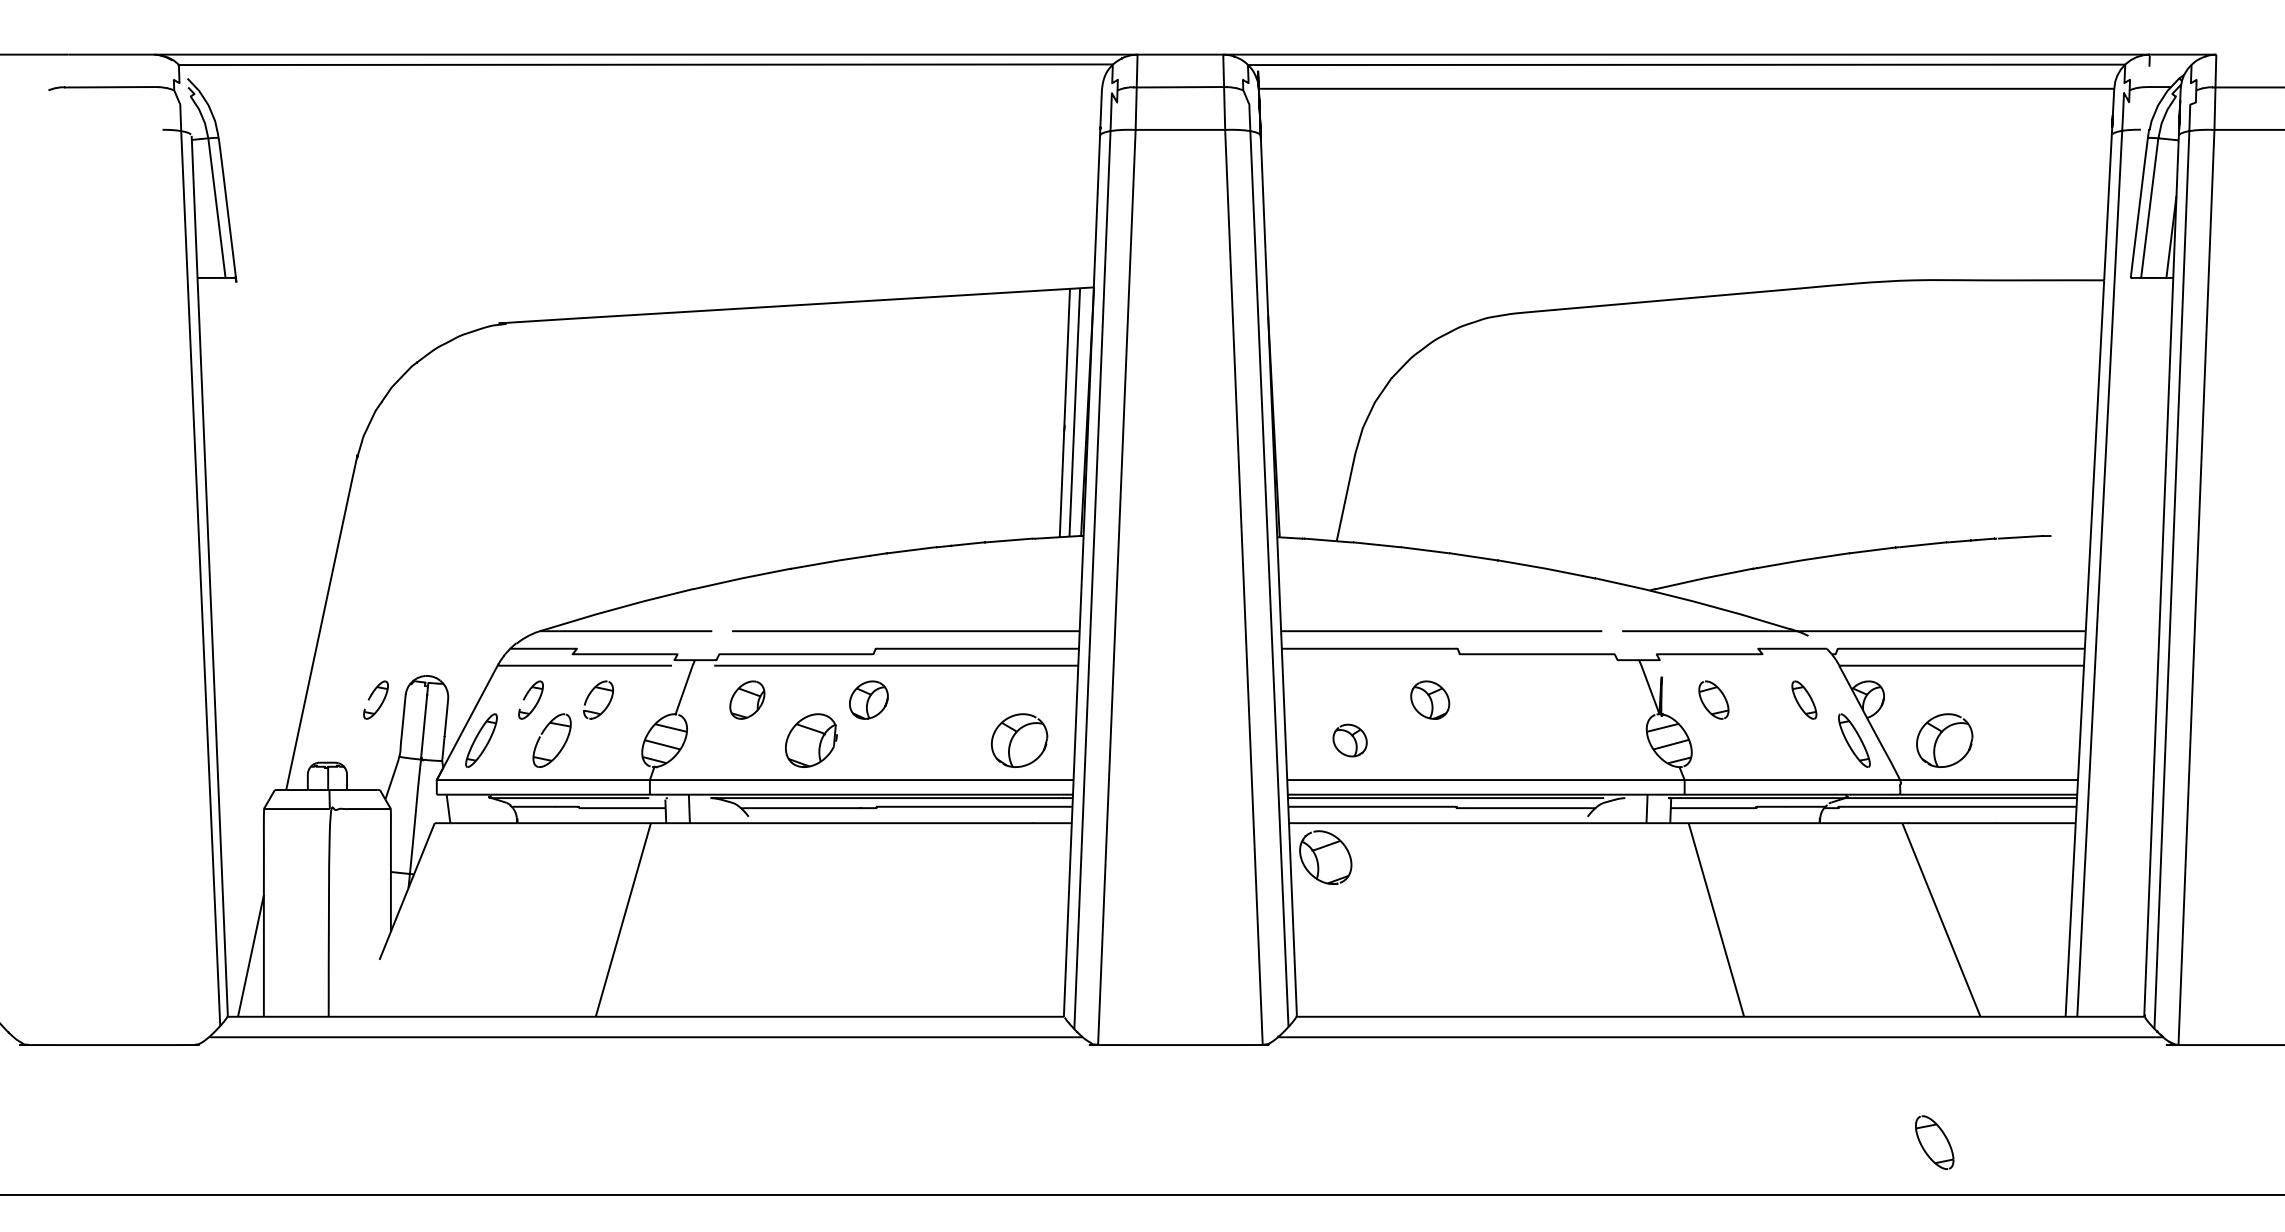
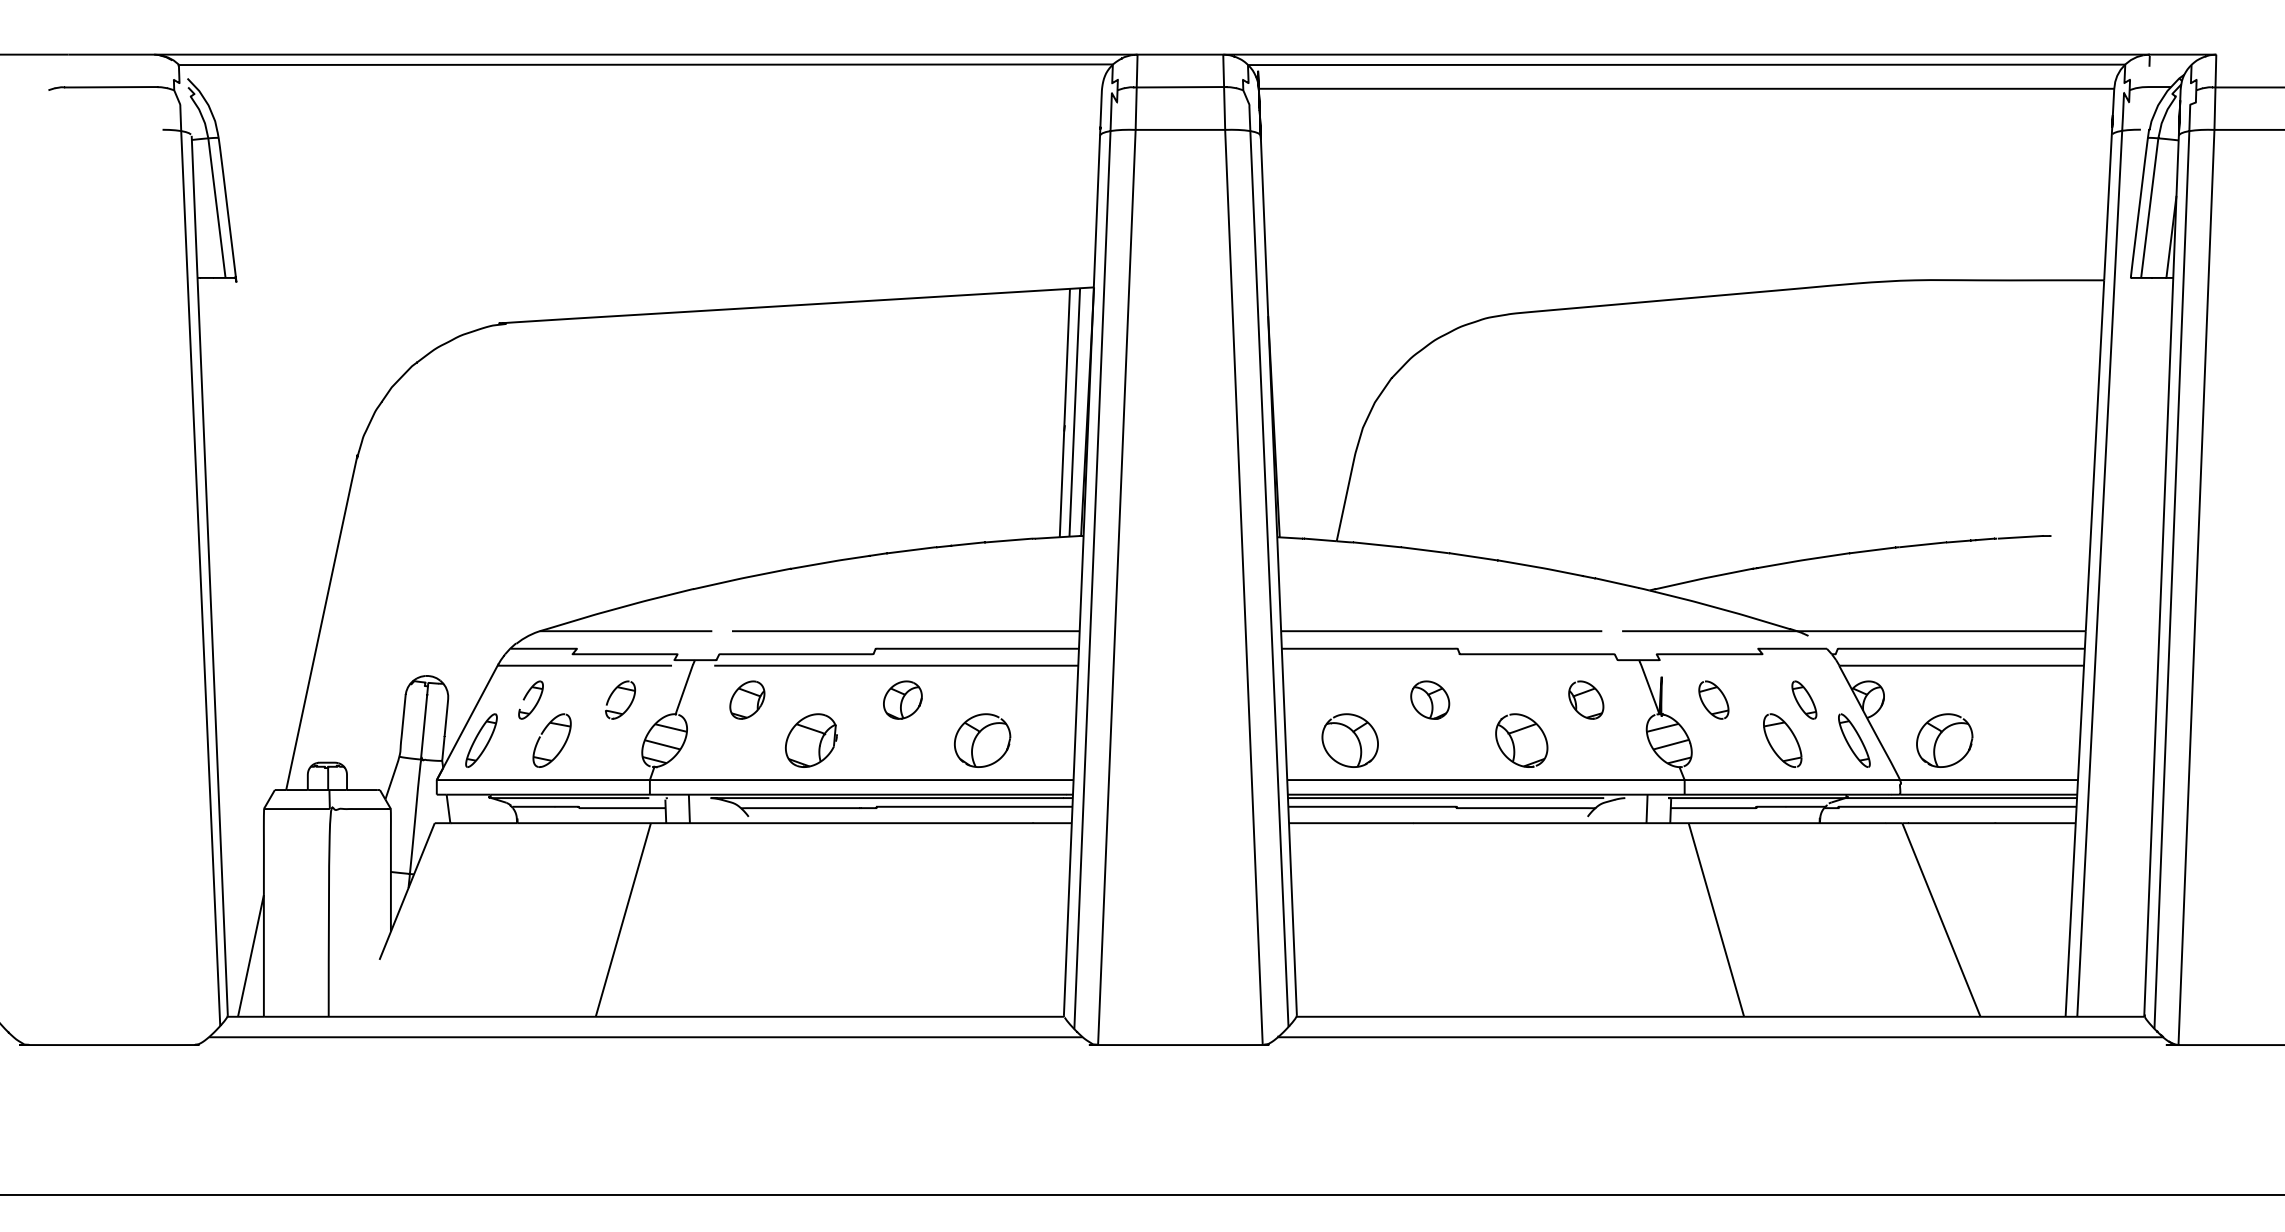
part at (591, 693) position: (591, 693) -> (613, 693)
part at (375, 699): present -> none
part at (868, 699) position: (868, 699) -> (902, 699)
part at (1586, 699): none -> present
part at (1019, 740) position: (1019, 740) -> (982, 740)
part at (1349, 740) size: 36x35 px -> 58x55 px
part at (1325, 857) position: (1325, 857) -> (1521, 740)
part at (1934, 1142) position: (1934, 1142) -> (1782, 740)
